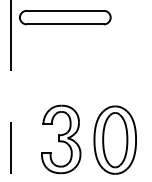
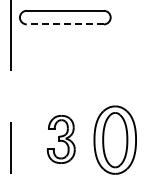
line at (65, 24): solid -> dashed
part at (61, 139) size: 41x71 px -> 30x49 px
